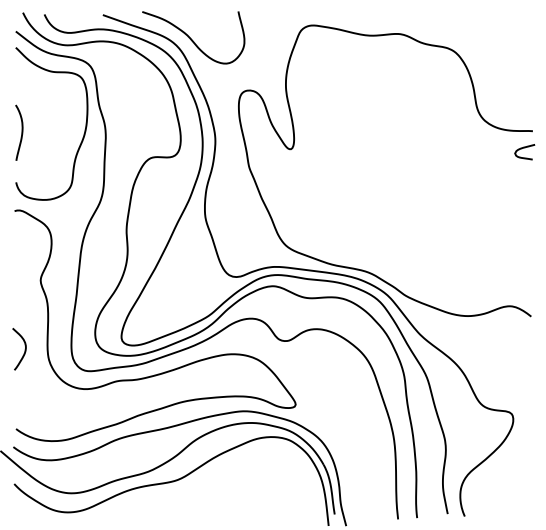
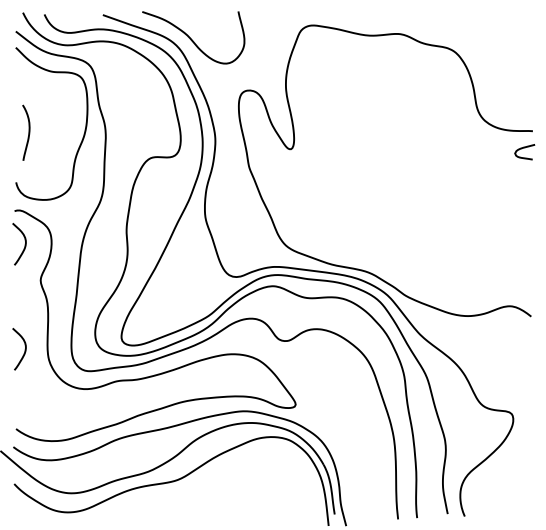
curve at (21, 132) position: (21, 132) -> (28, 132)
curve at (24, 244): none -> present
